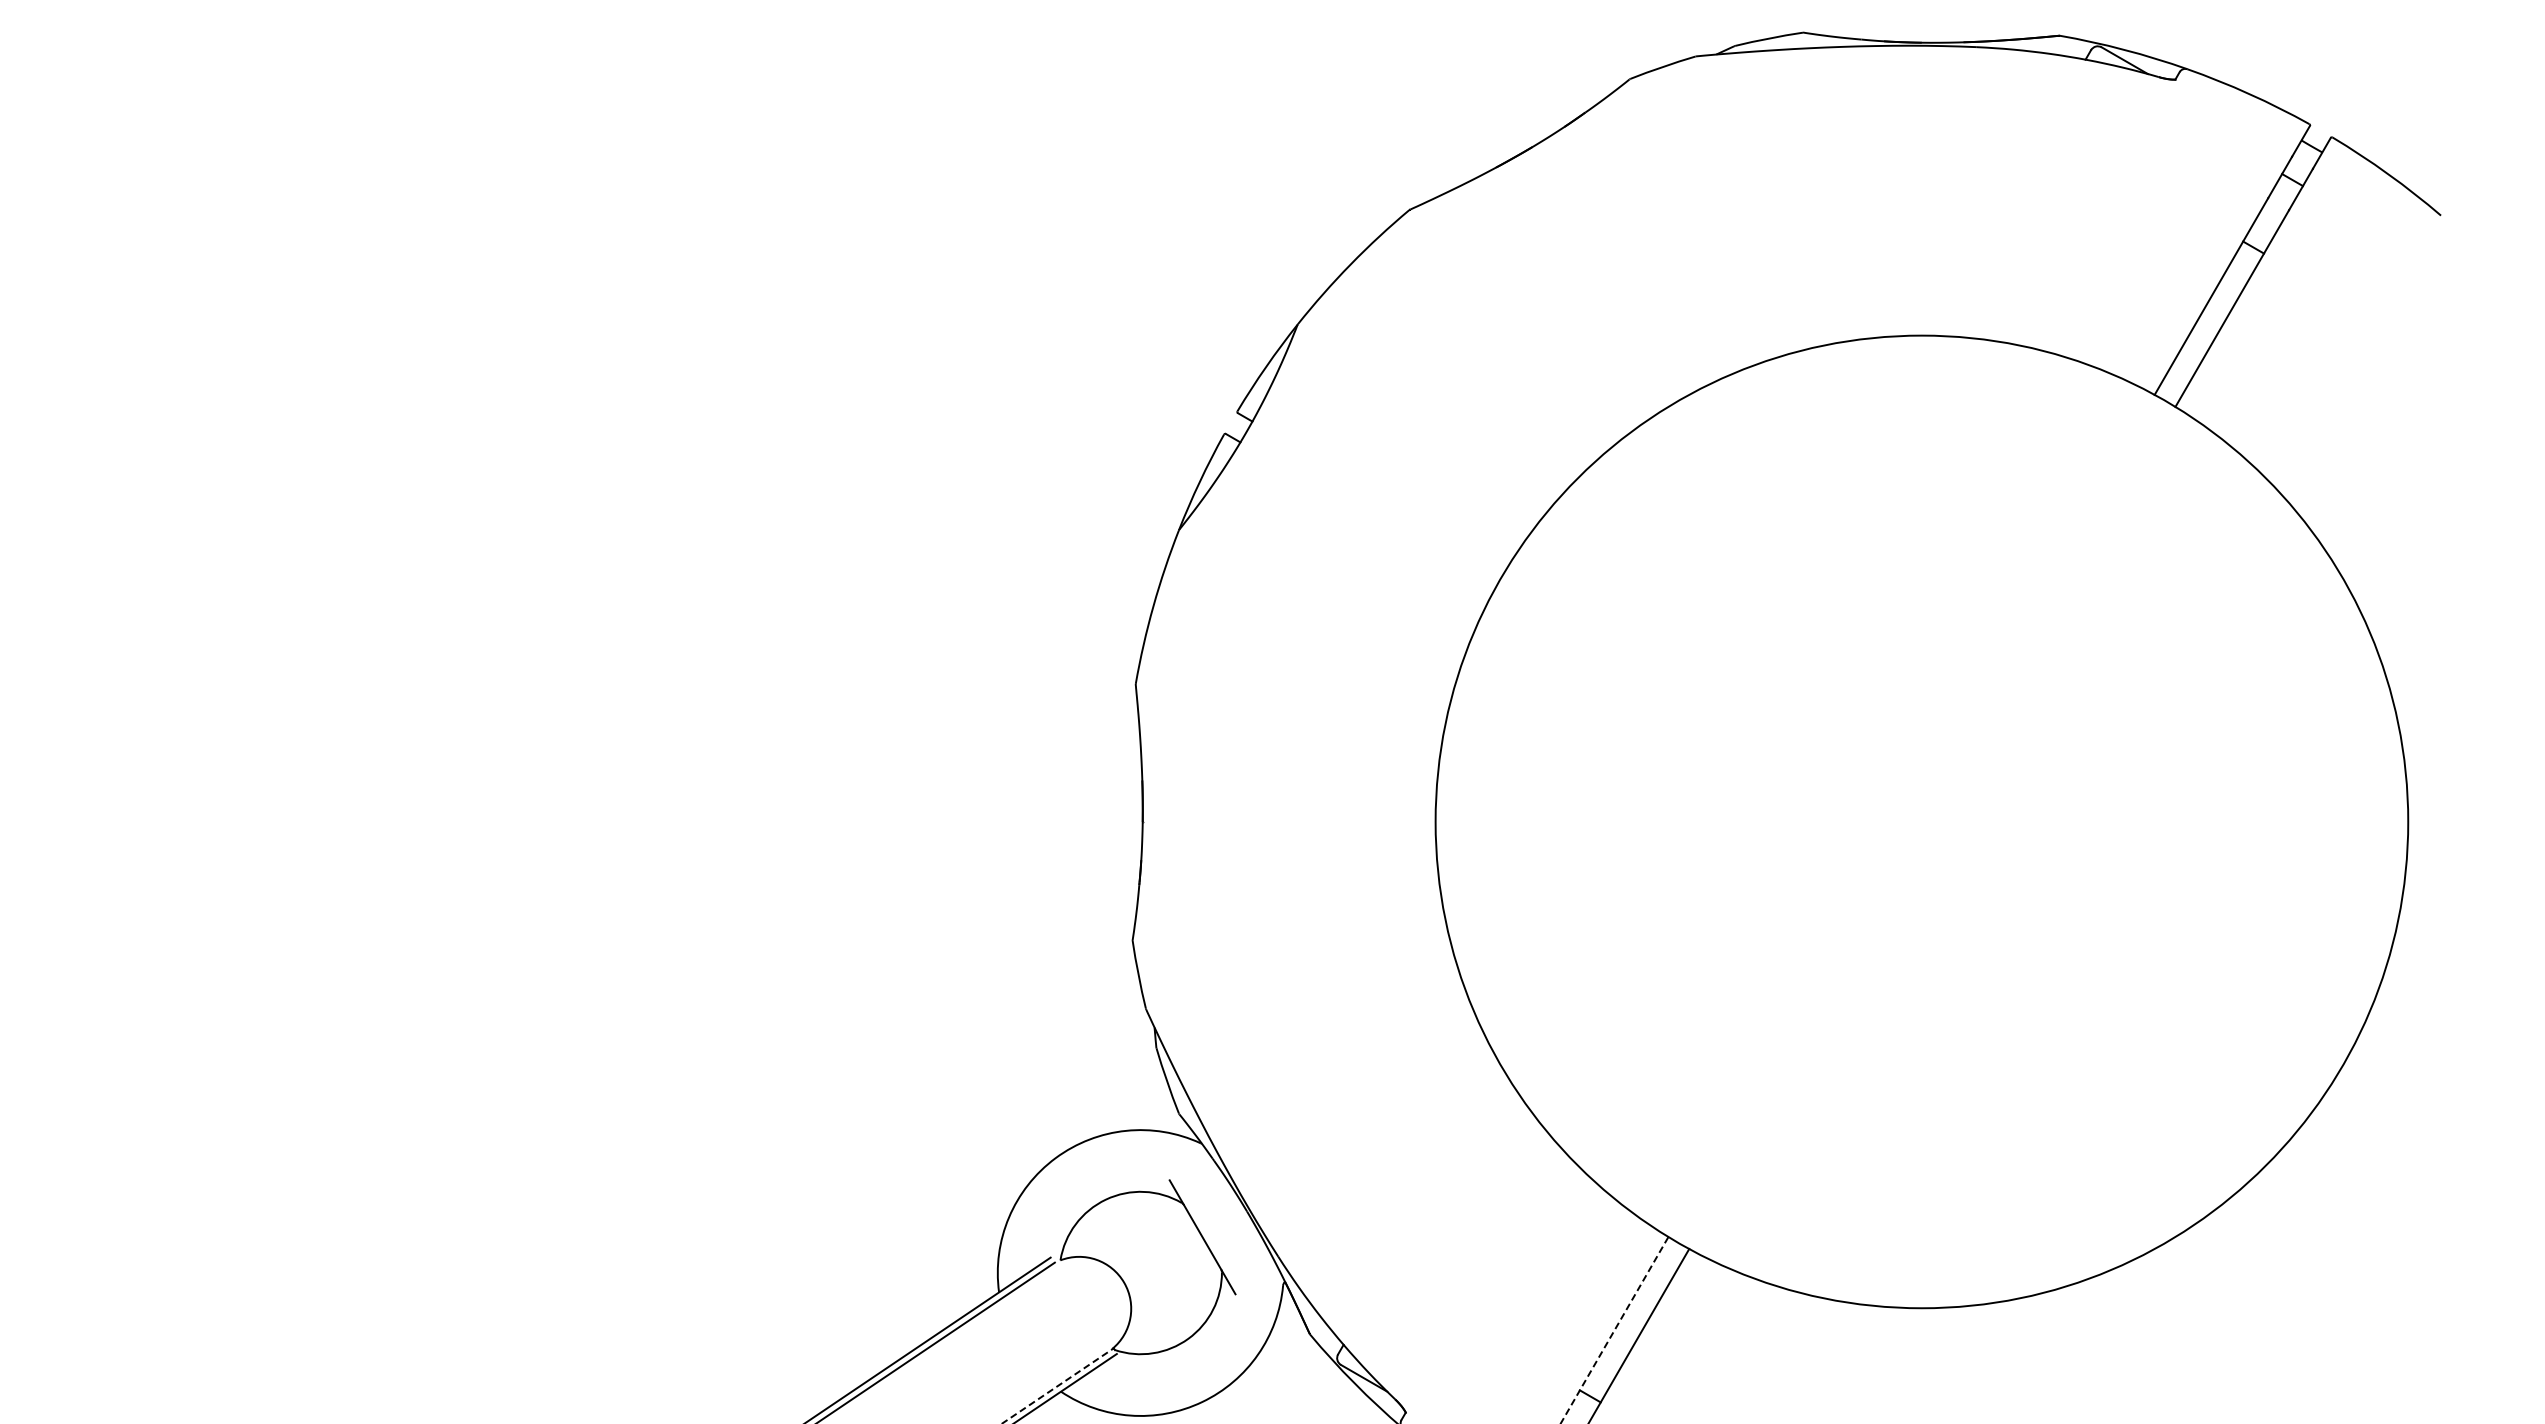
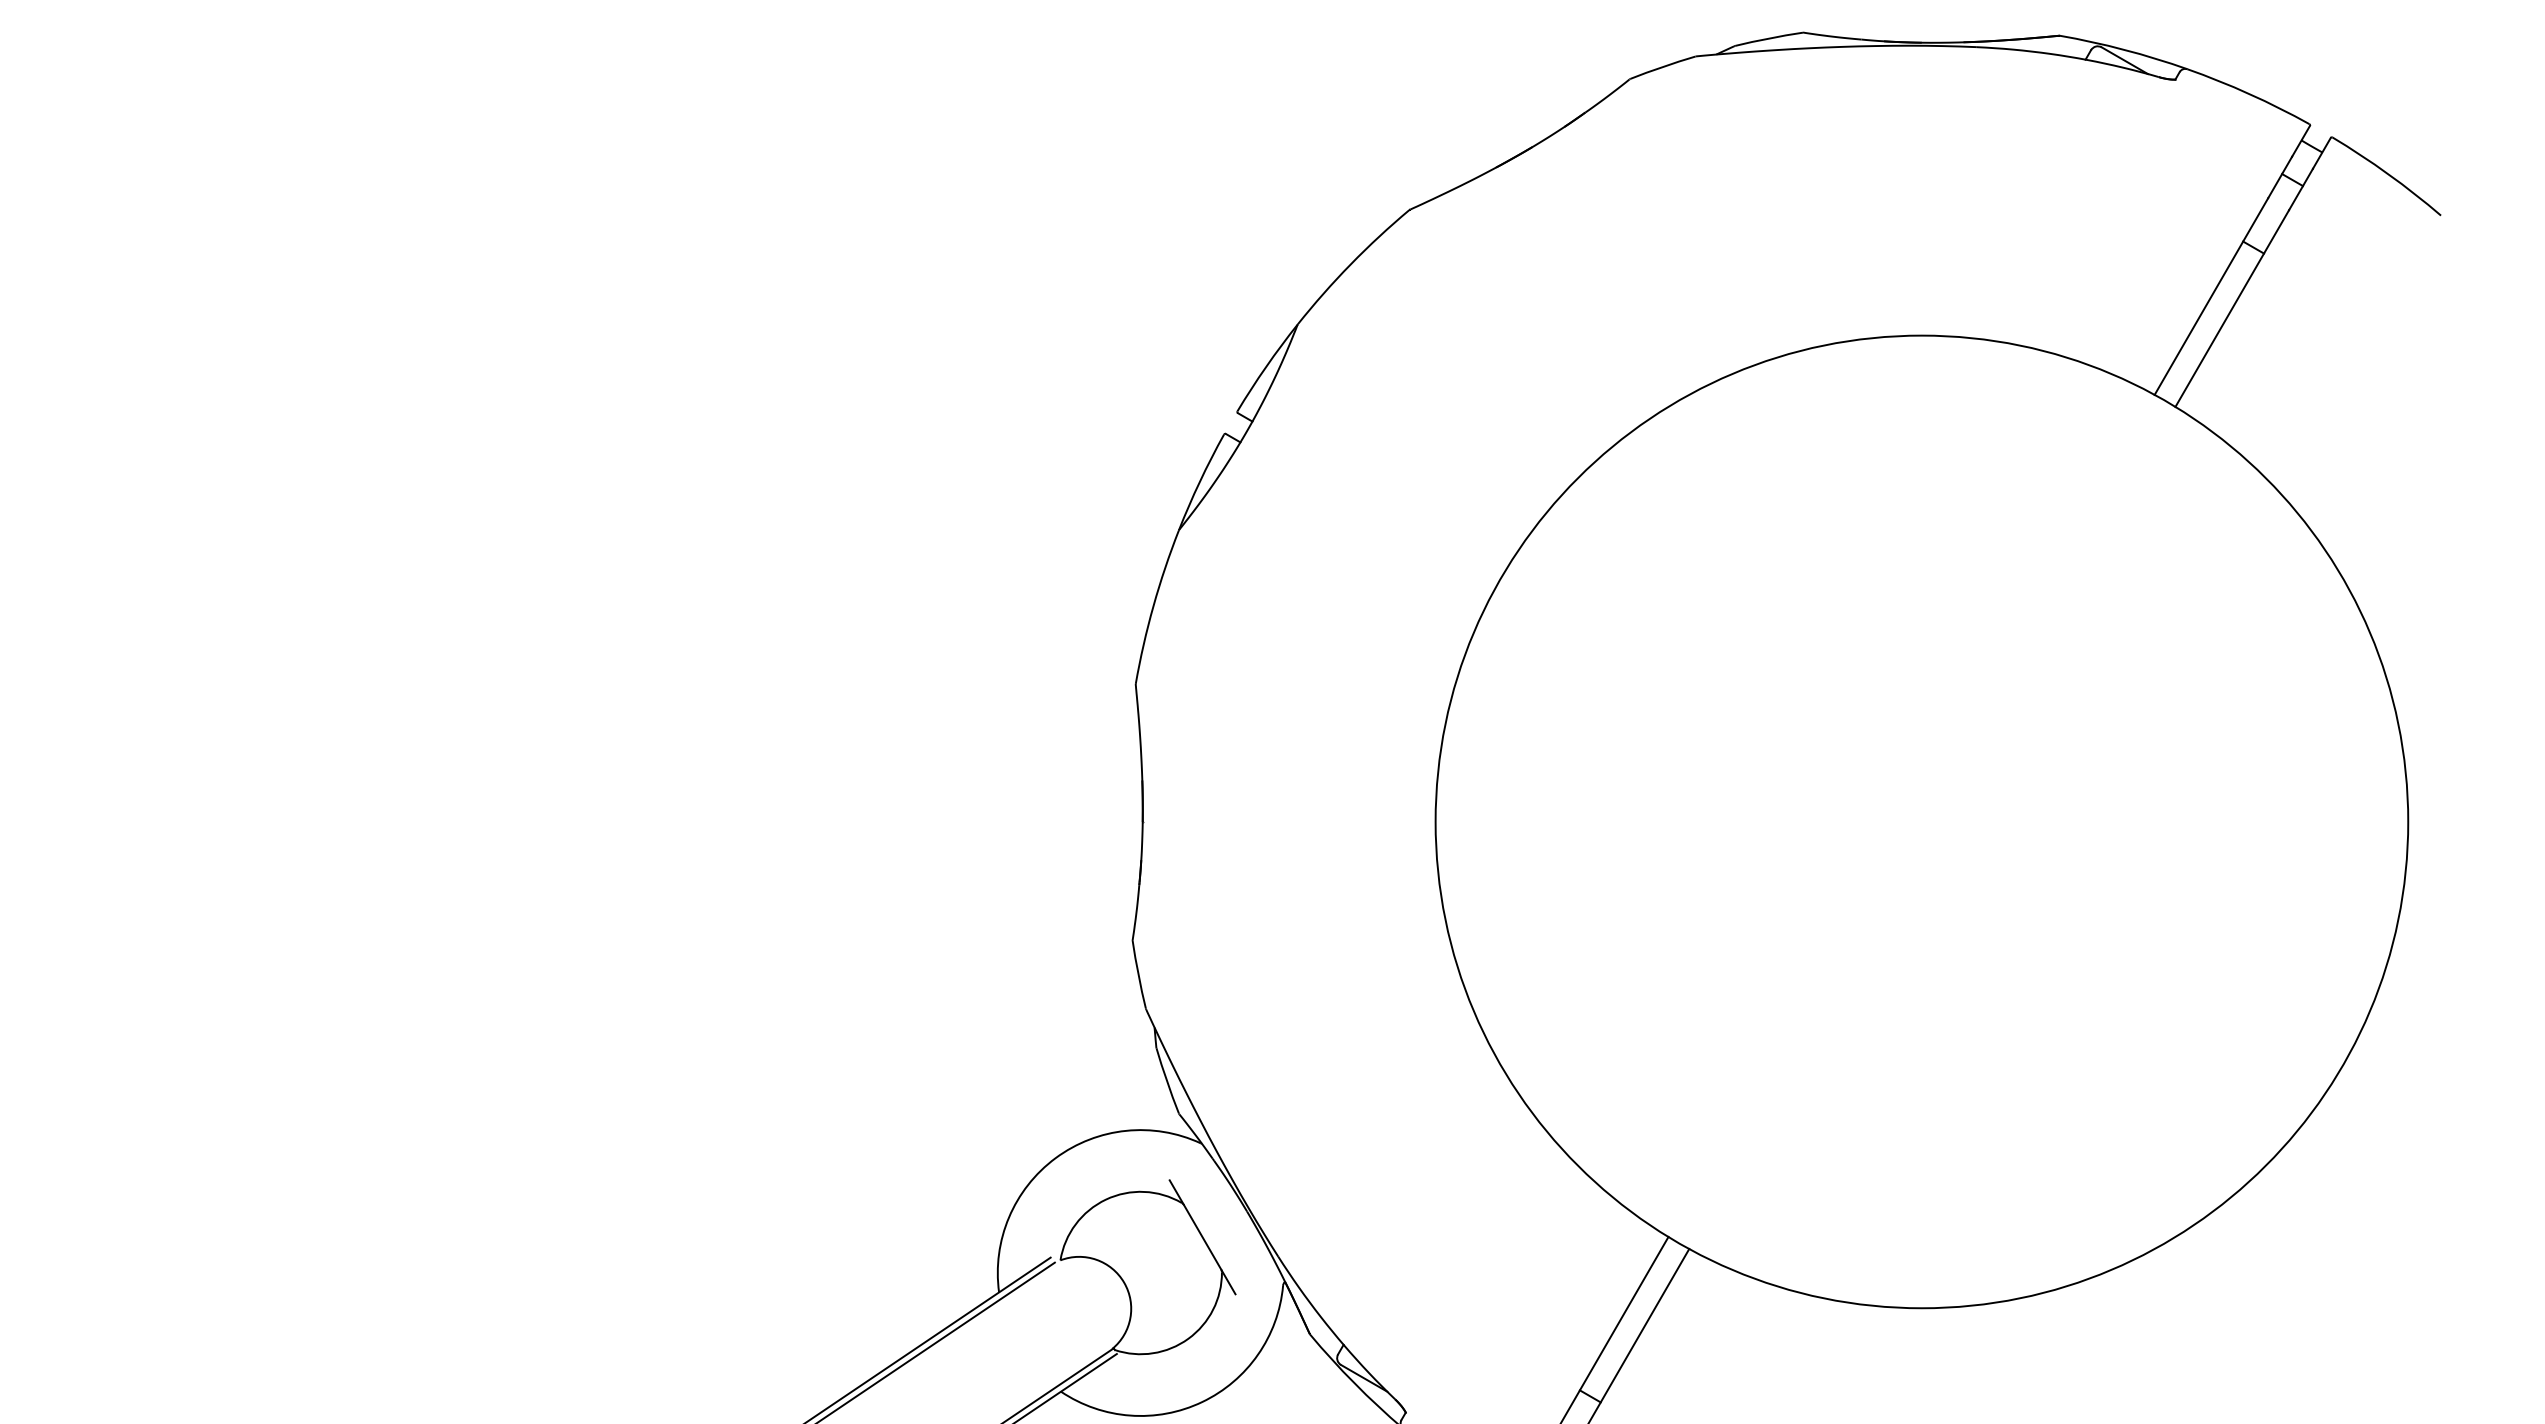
line at (1614, 1330): dashed -> solid
line at (1058, 1385): dashed -> solid
